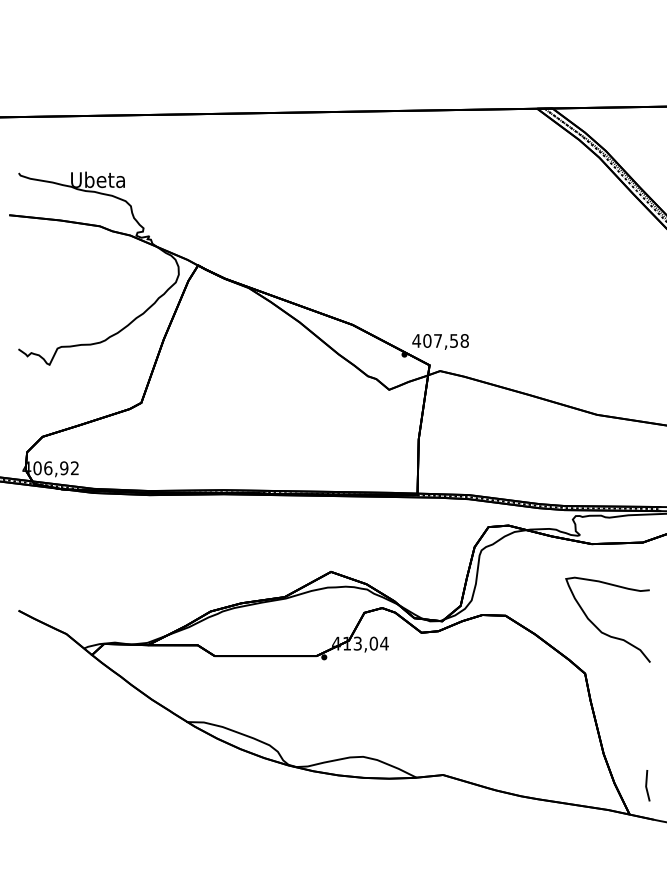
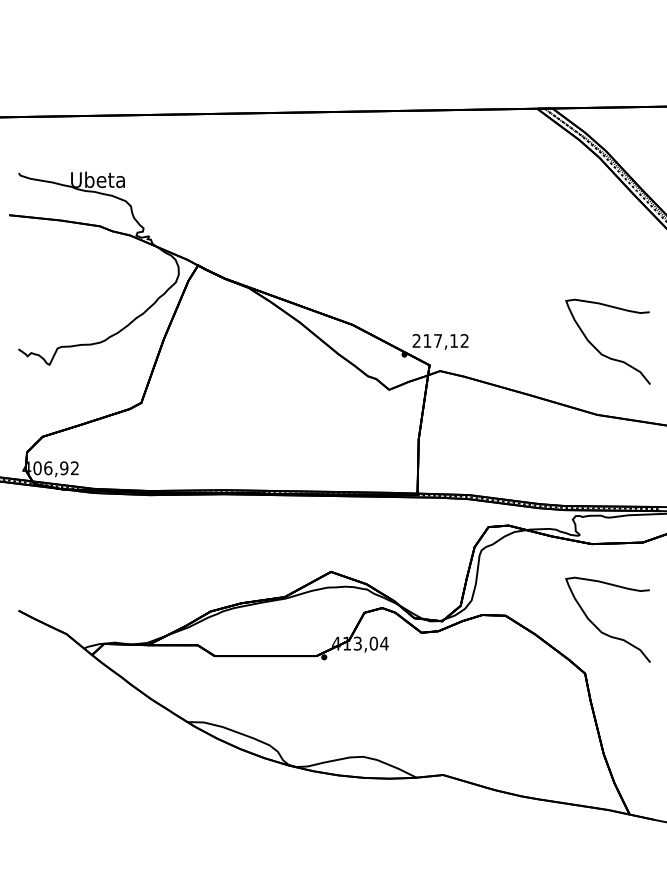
text at (440, 340): 407,58 -> 217,12
curve at (598, 349): none -> present
line at (647, 785): present -> none
